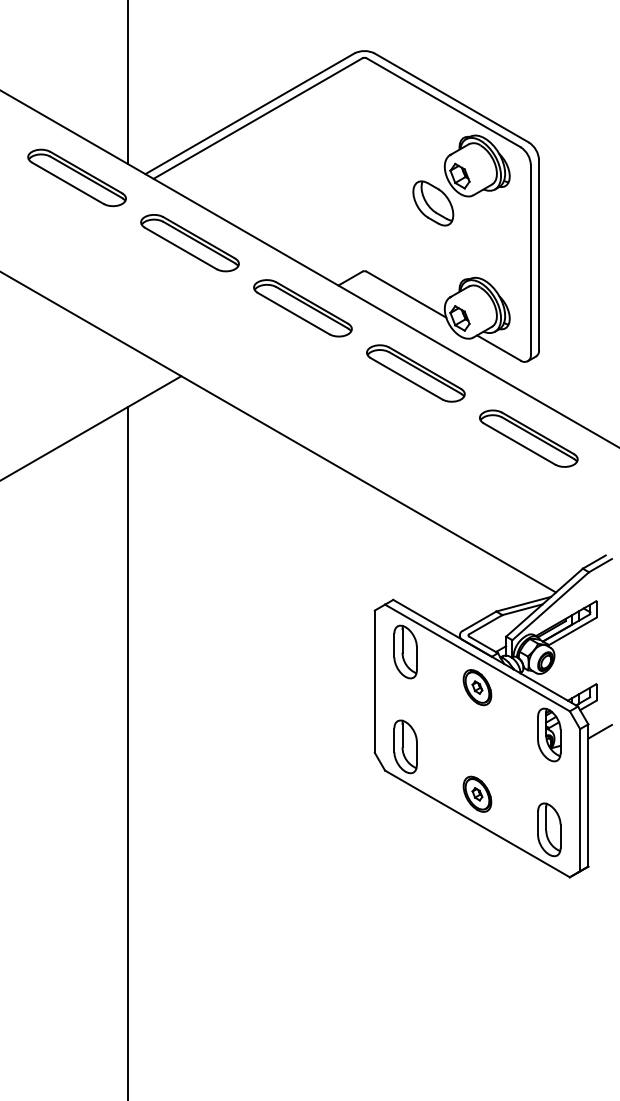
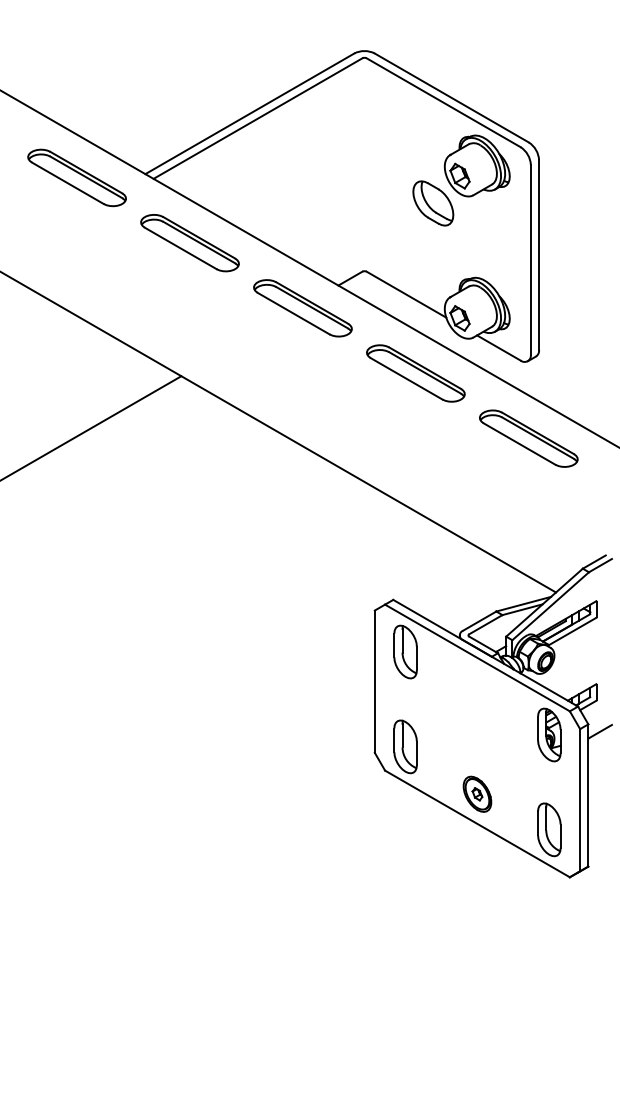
line at (128, 83): present -> none
part at (477, 687): present -> none
line at (128, 751): present -> none
